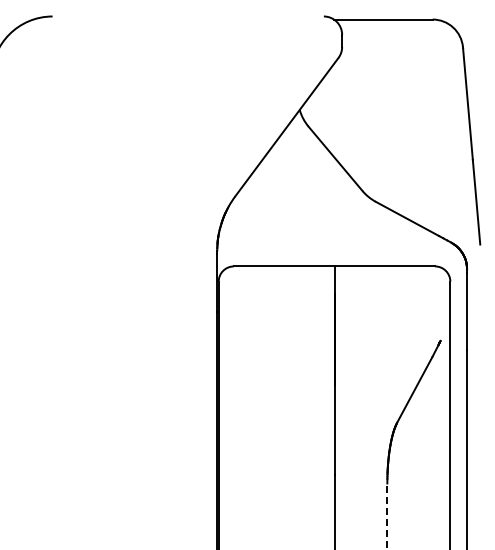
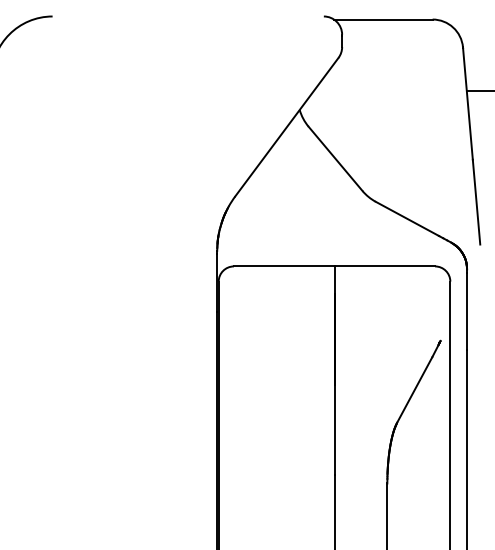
line at (478, 91): none -> present
line at (387, 516): dashed -> solid
